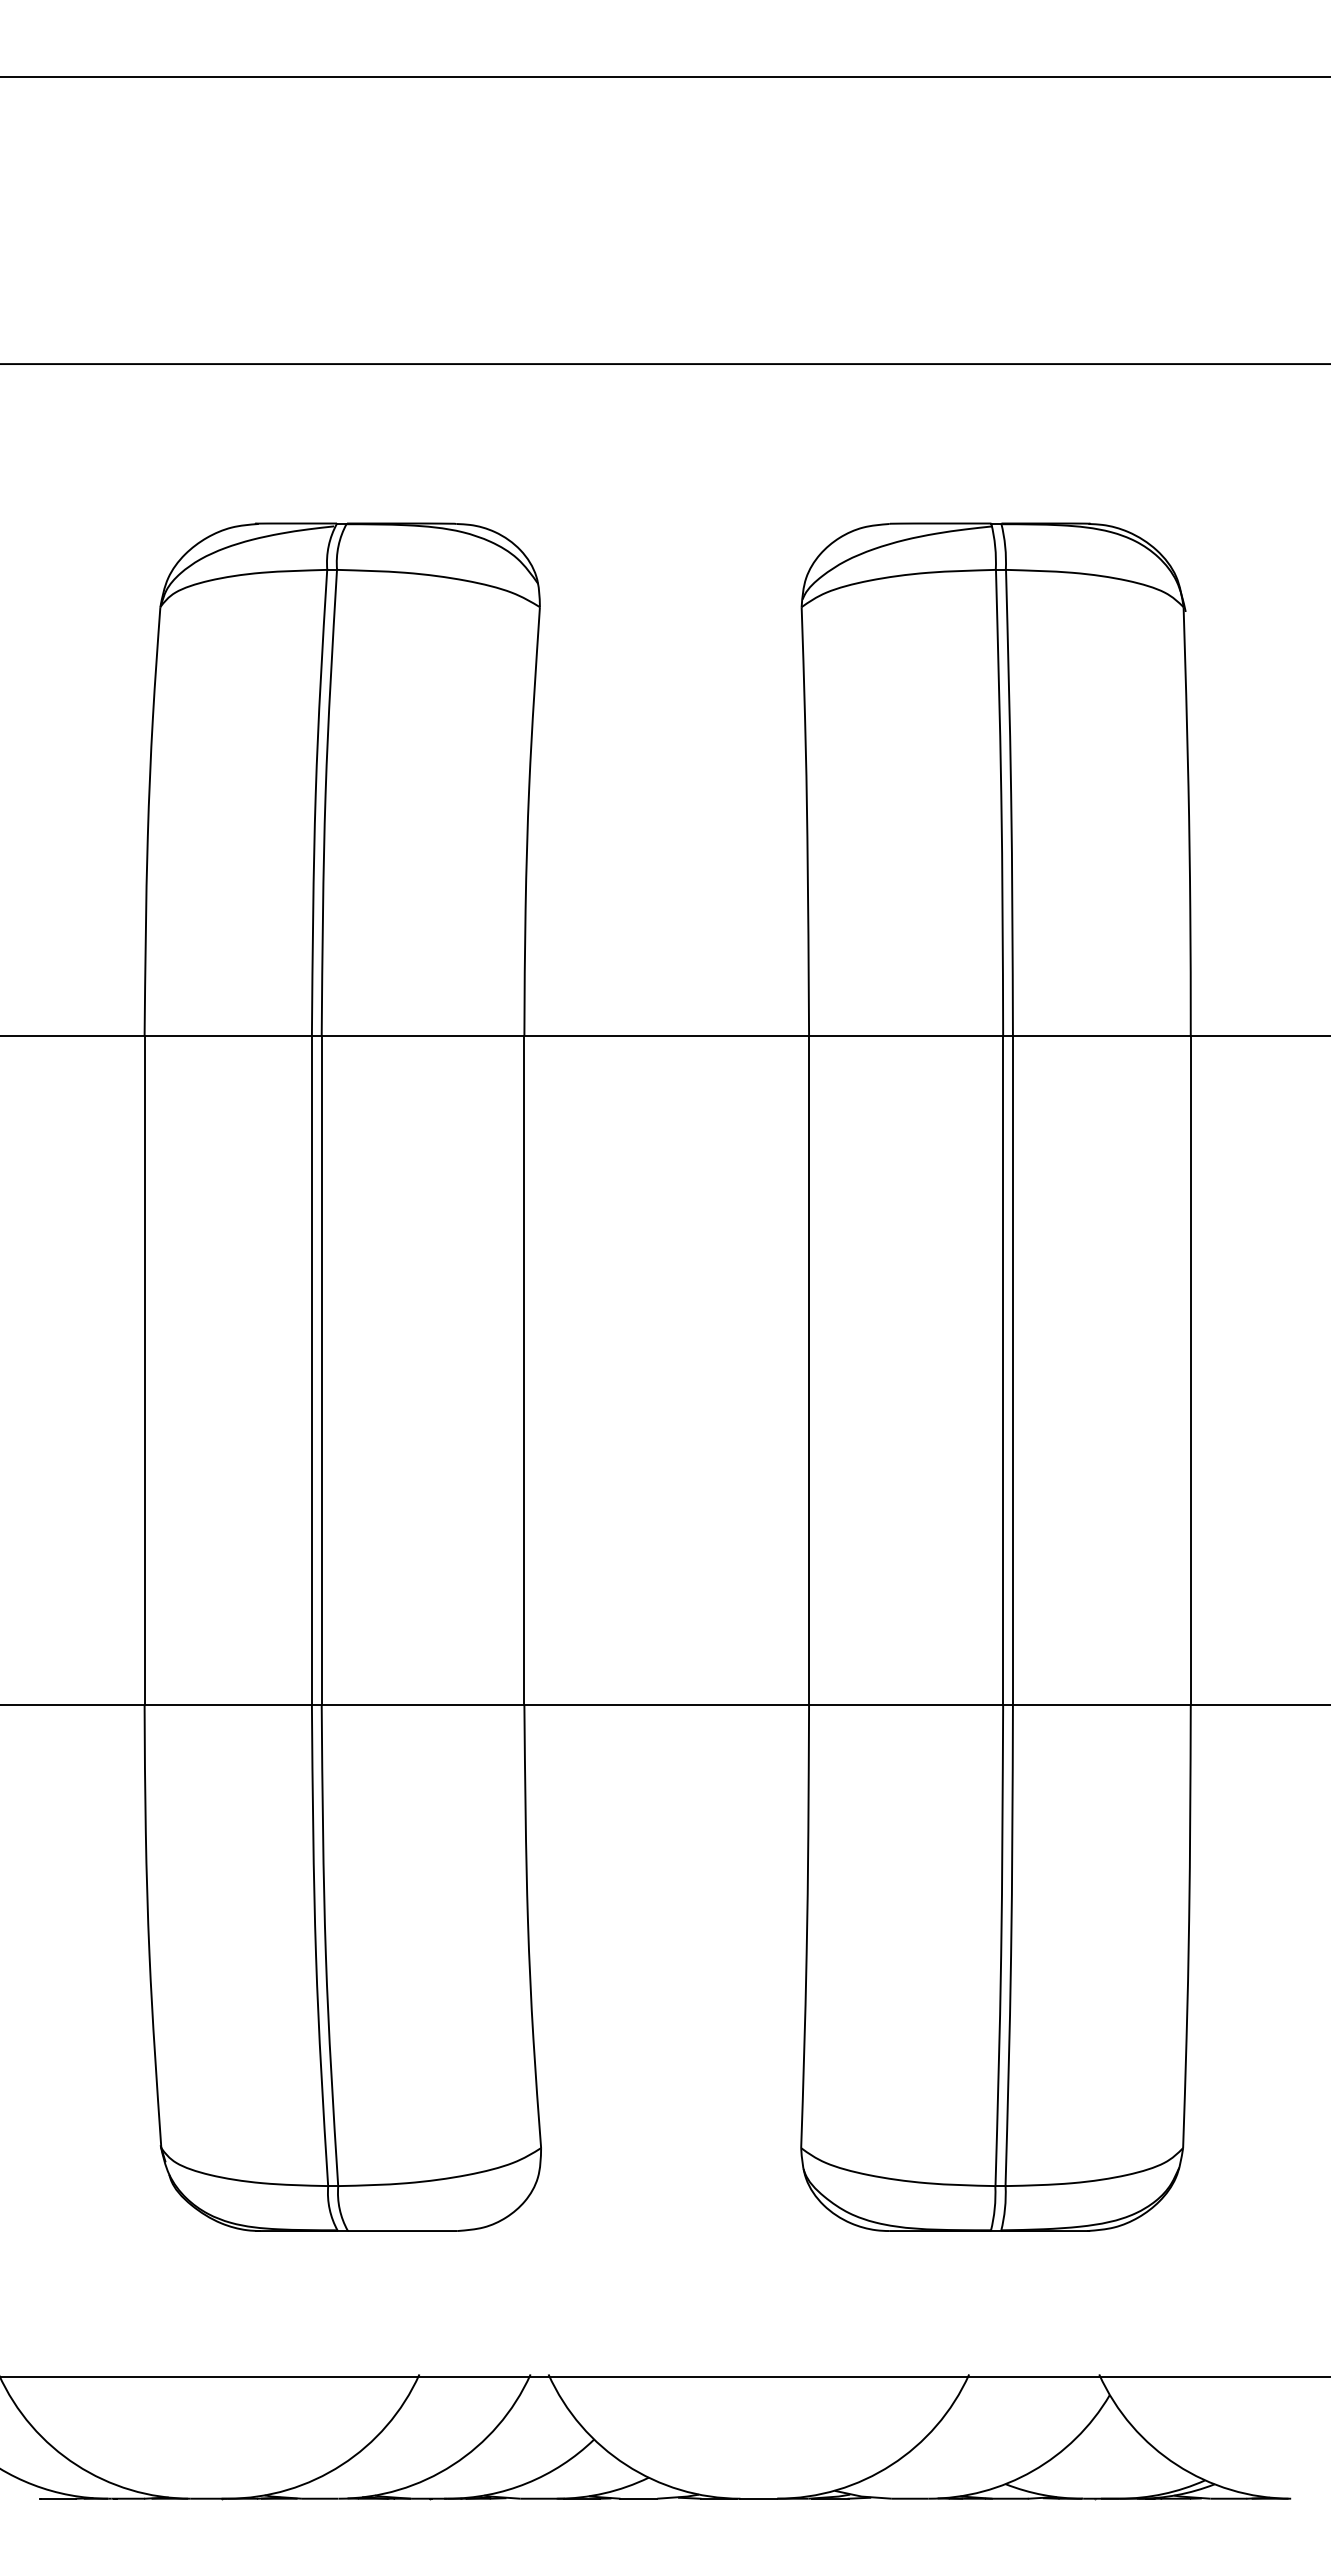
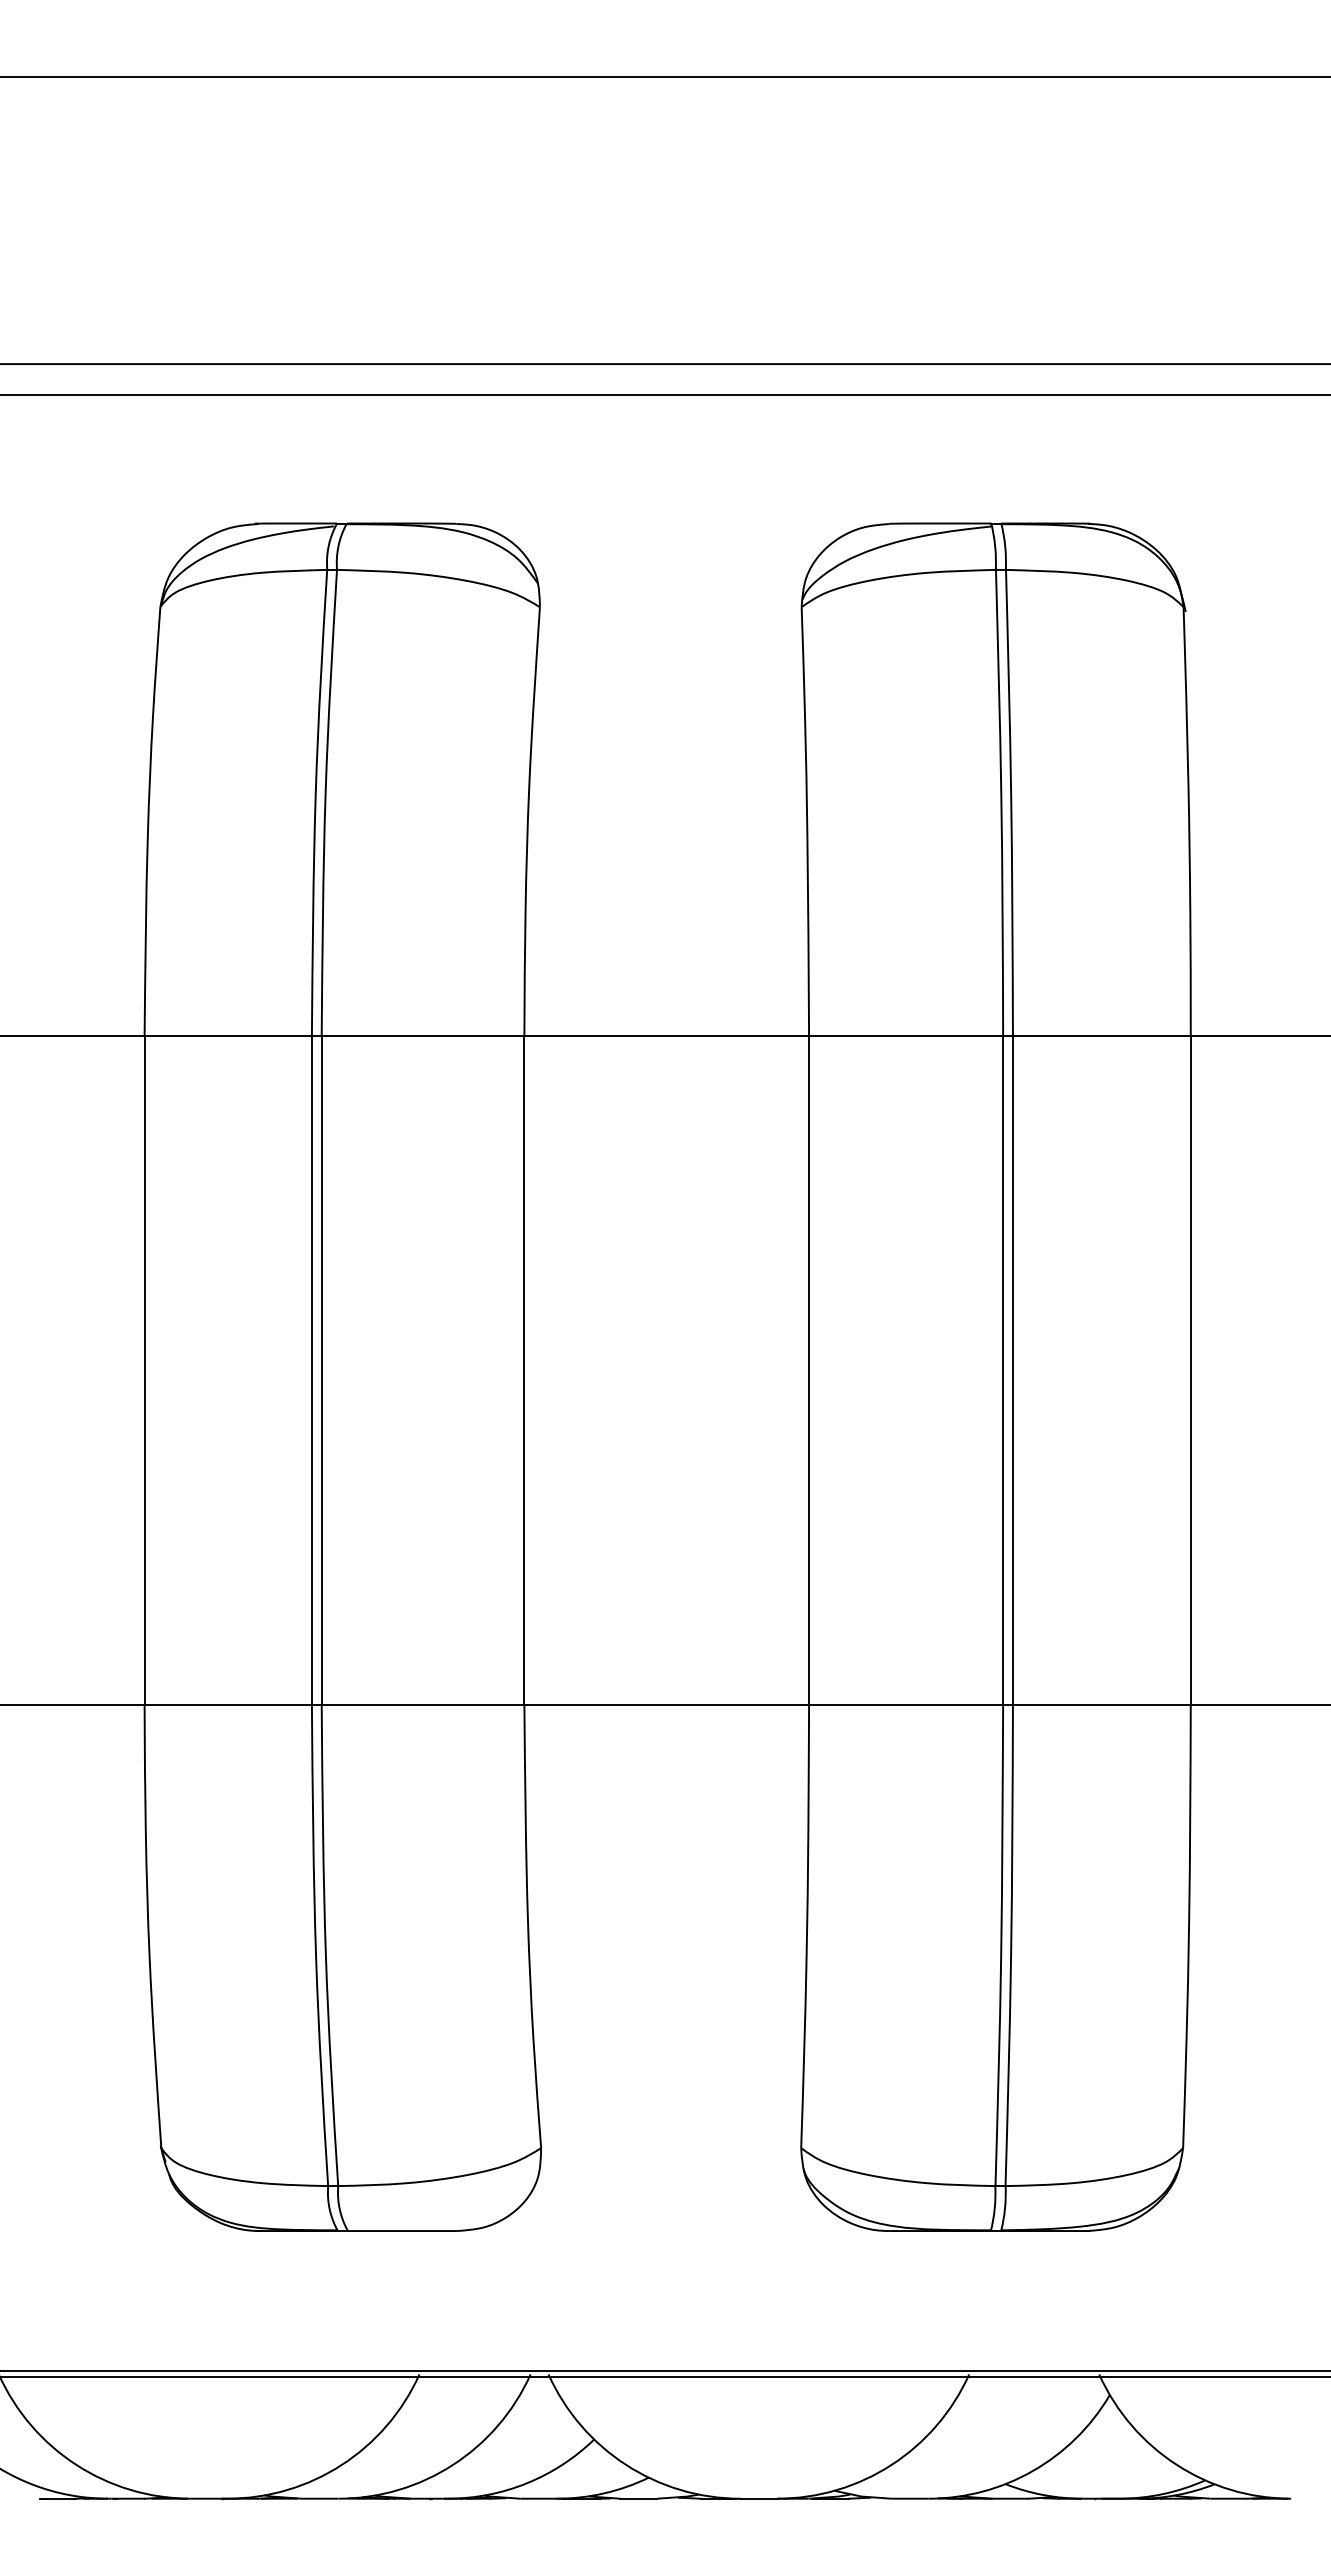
line at (664, 394): none -> present
line at (664, 2370): none -> present
